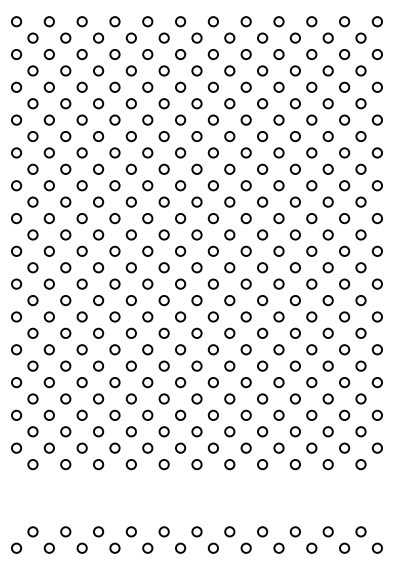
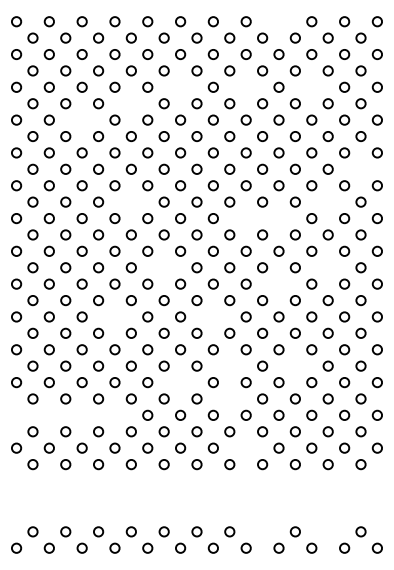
circle at (278, 21): present -> none
circle at (180, 86): present -> none
circle at (245, 86): present -> none
circle at (311, 86): present -> none
circle at (130, 103): present -> none
circle at (81, 119): present -> none
circle at (360, 168): present -> none
circle at (130, 201): present -> none
circle at (327, 201): present -> none
circle at (245, 218): present -> none
circle at (278, 218): present -> none
circle at (163, 267): present -> none
circle at (327, 267): present -> none
circle at (278, 283): present -> none
circle at (114, 316): present -> none
circle at (212, 316): present -> none
circle at (229, 365): present -> none
circle at (294, 365): present -> none
circle at (180, 382): present -> none
circle at (229, 398): present -> none
circle at (16, 414): present -> none
circle at (48, 414): present -> none
circle at (81, 414): present -> none
circle at (114, 414): present -> none
circle at (245, 447): present -> none
circle at (262, 531): present -> none
circle at (327, 531): present -> none
